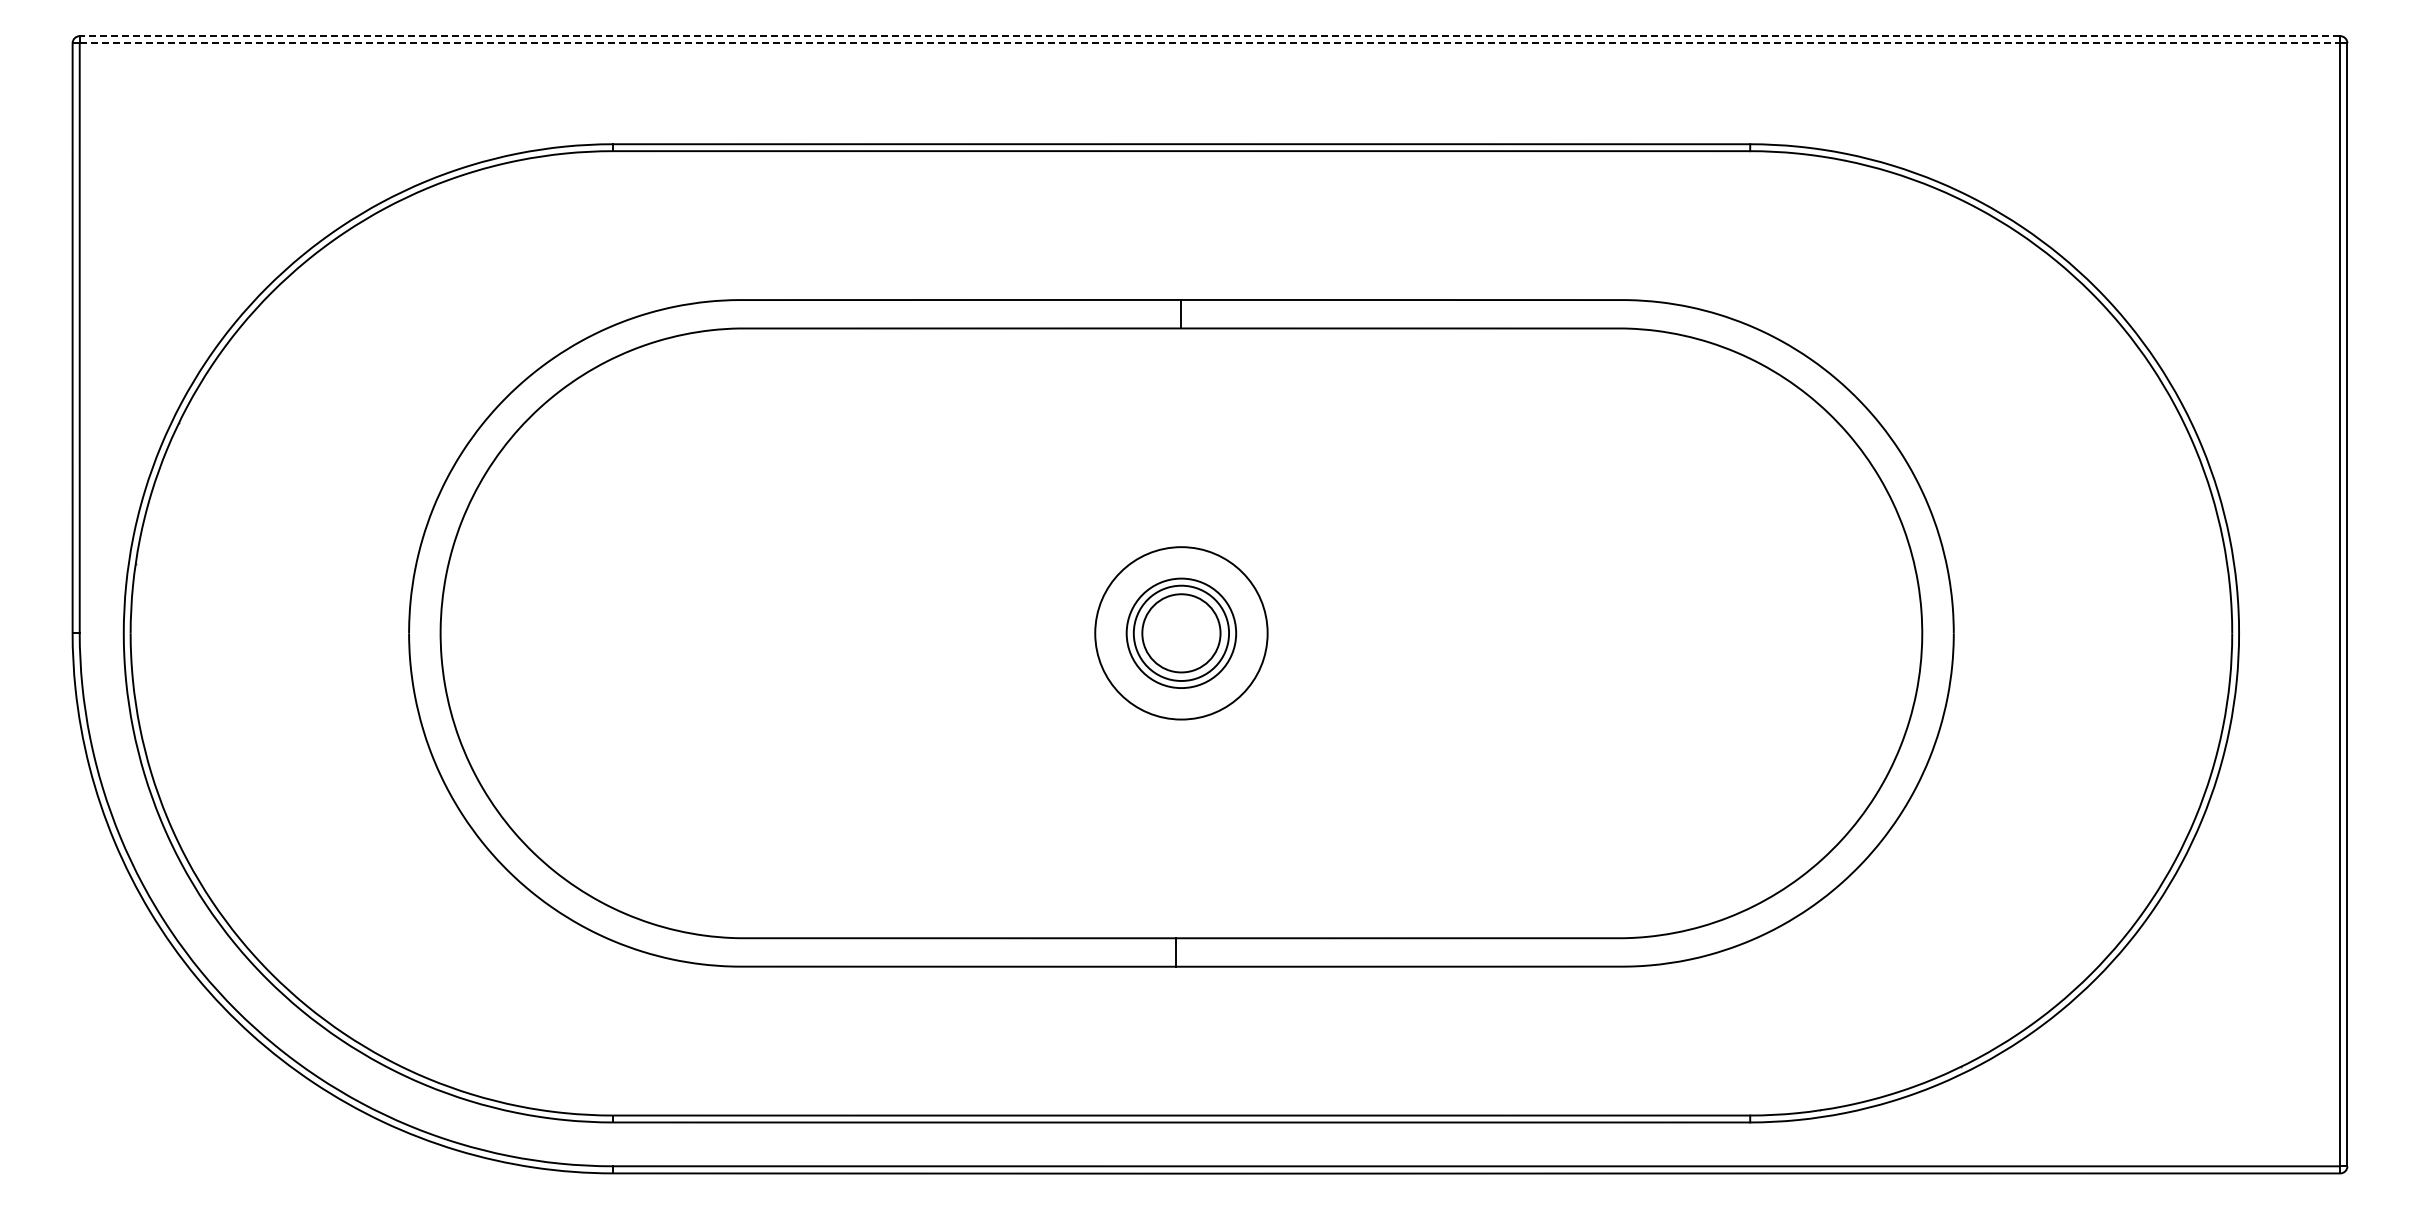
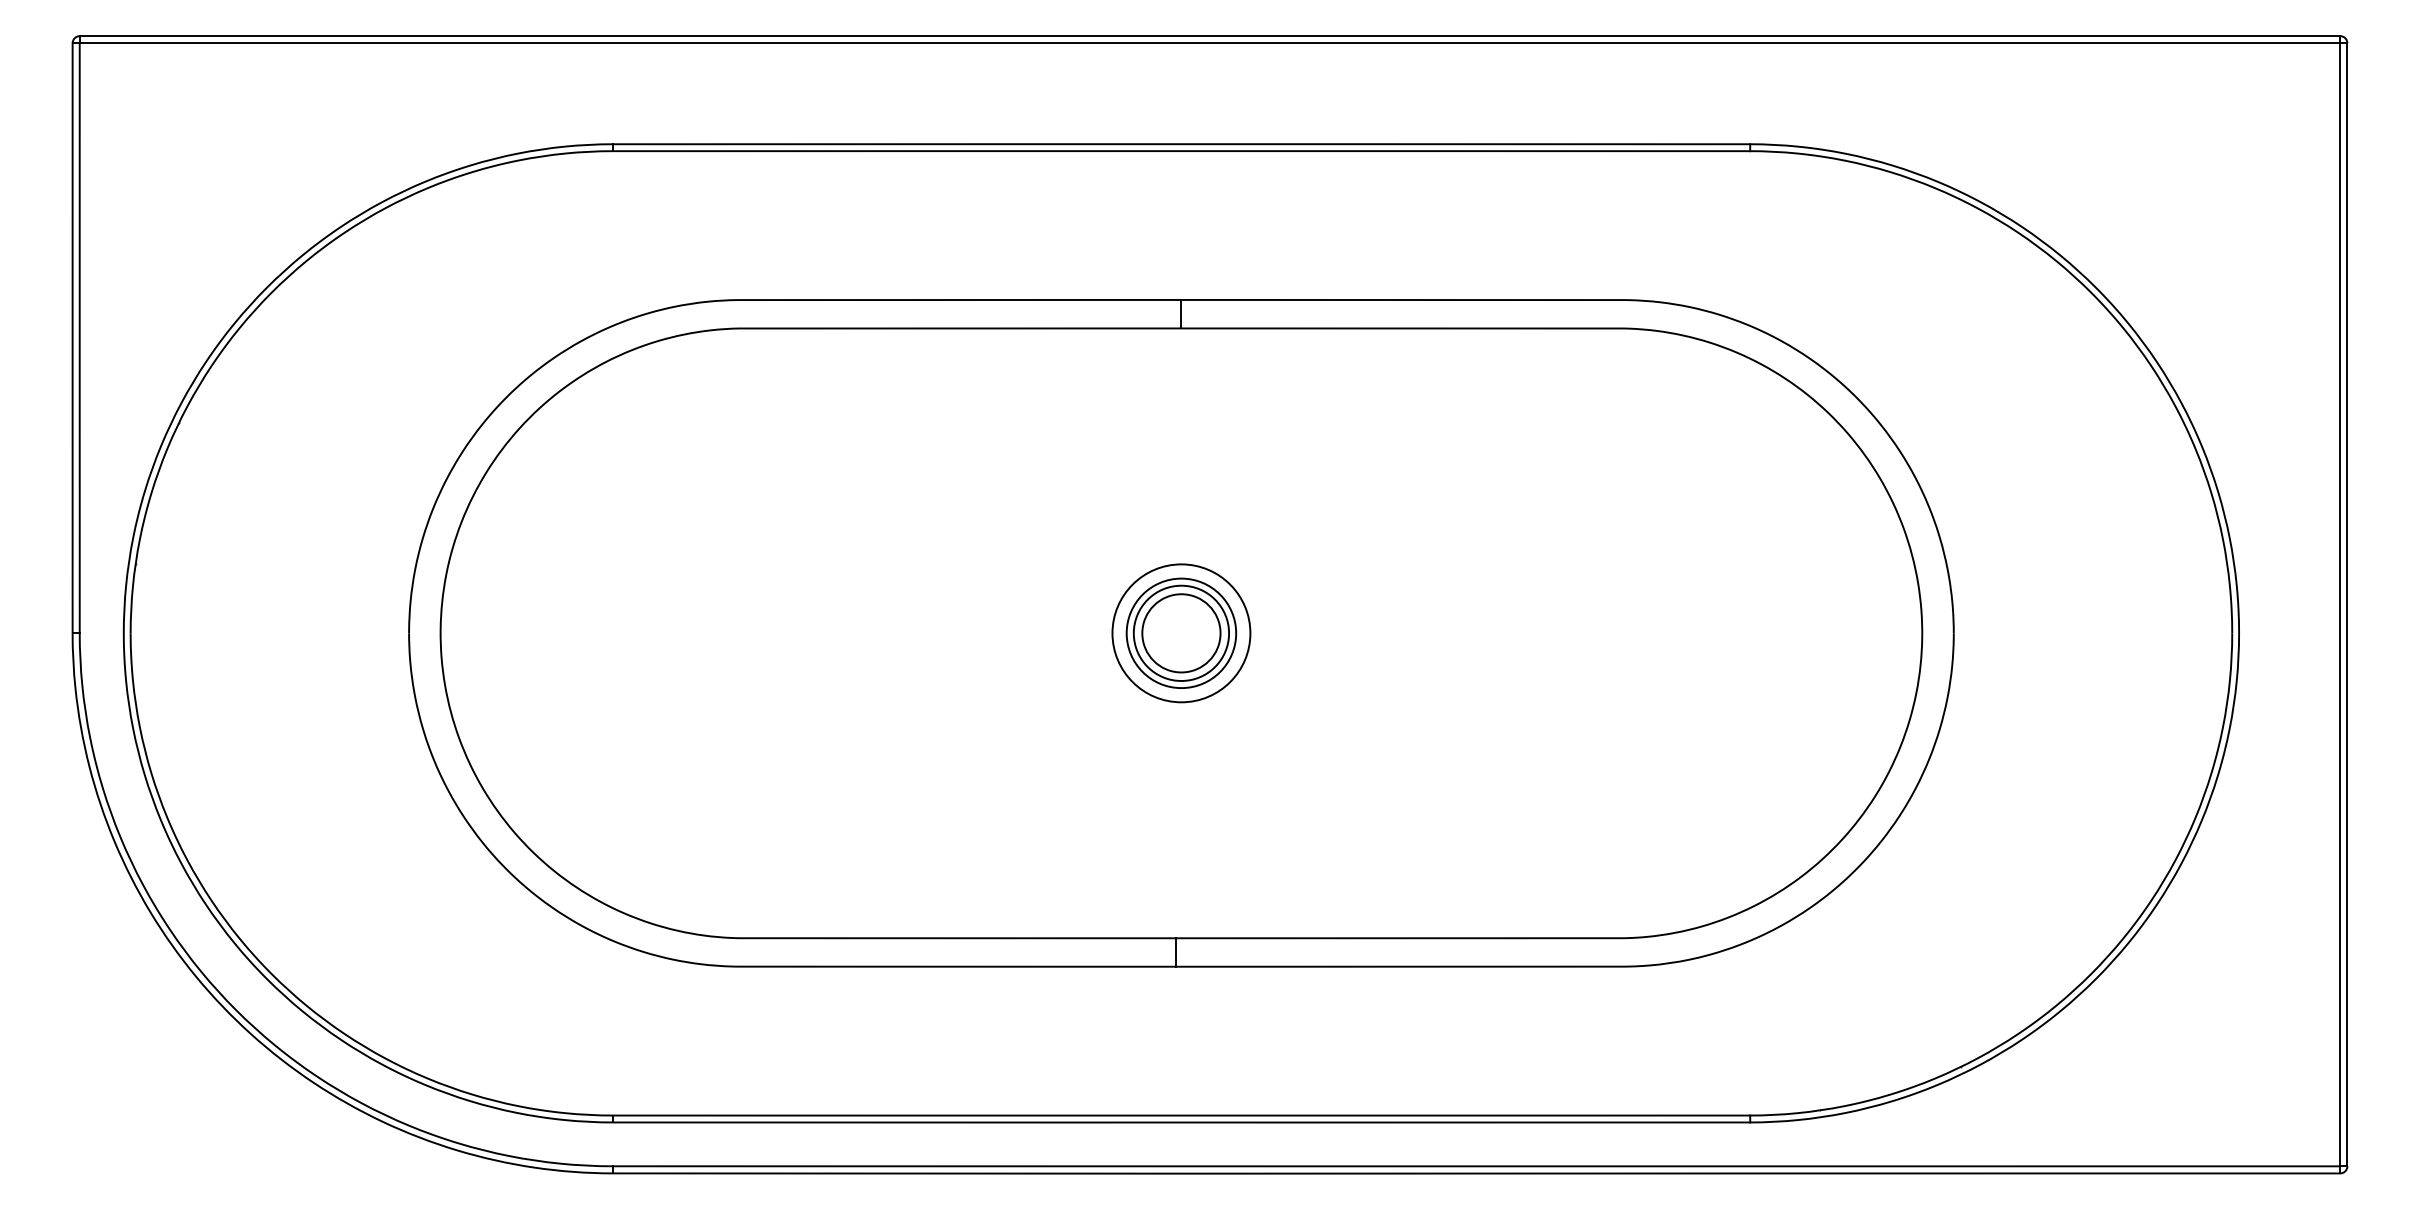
line at (1209, 36): dashed -> solid
line at (1210, 43): dashed -> solid
circle at (1181, 633) diameter: 172 px -> 138 px
